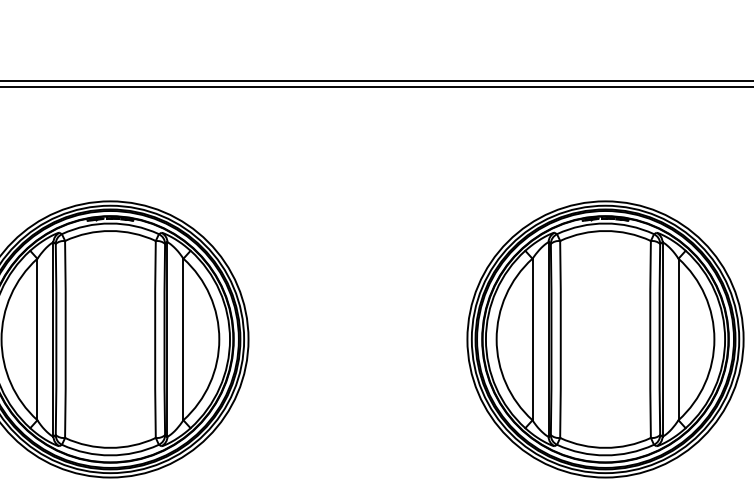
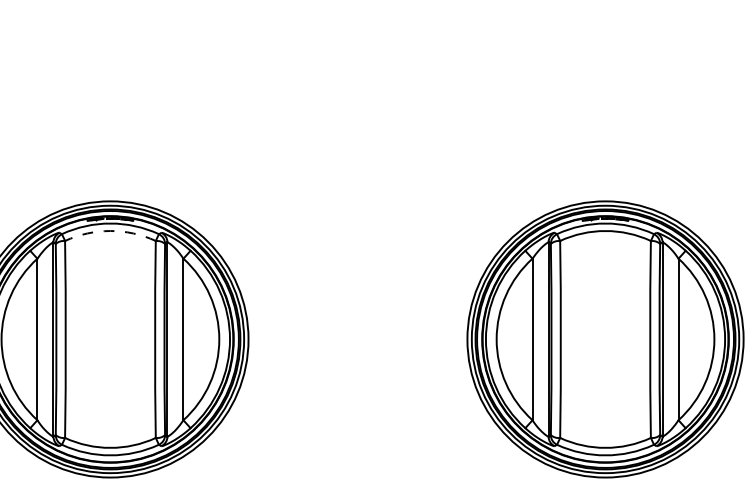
line at (376, 80): present -> none
line at (376, 87): present -> none
arc at (110, 231): solid -> dashed
